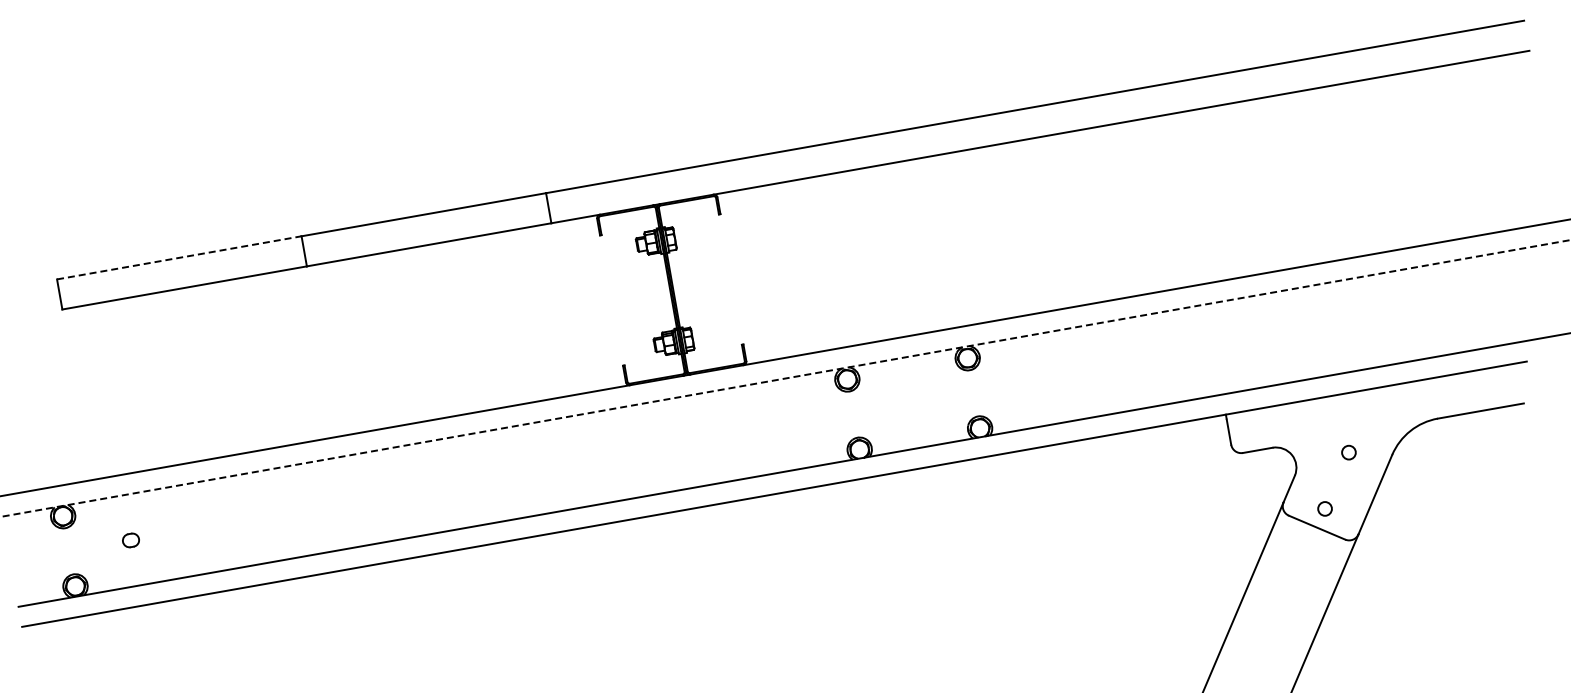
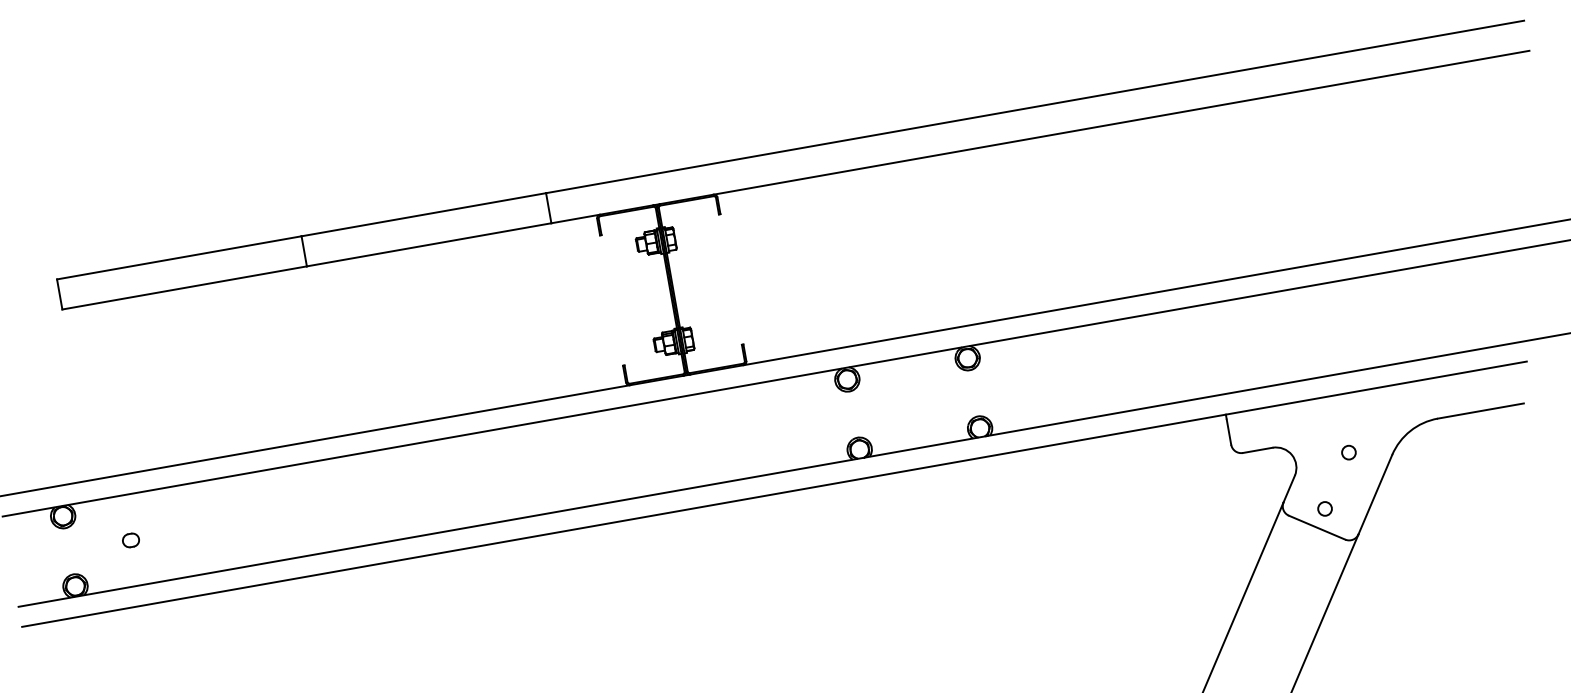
line at (179, 257): dashed -> solid
line at (786, 378): dashed -> solid
